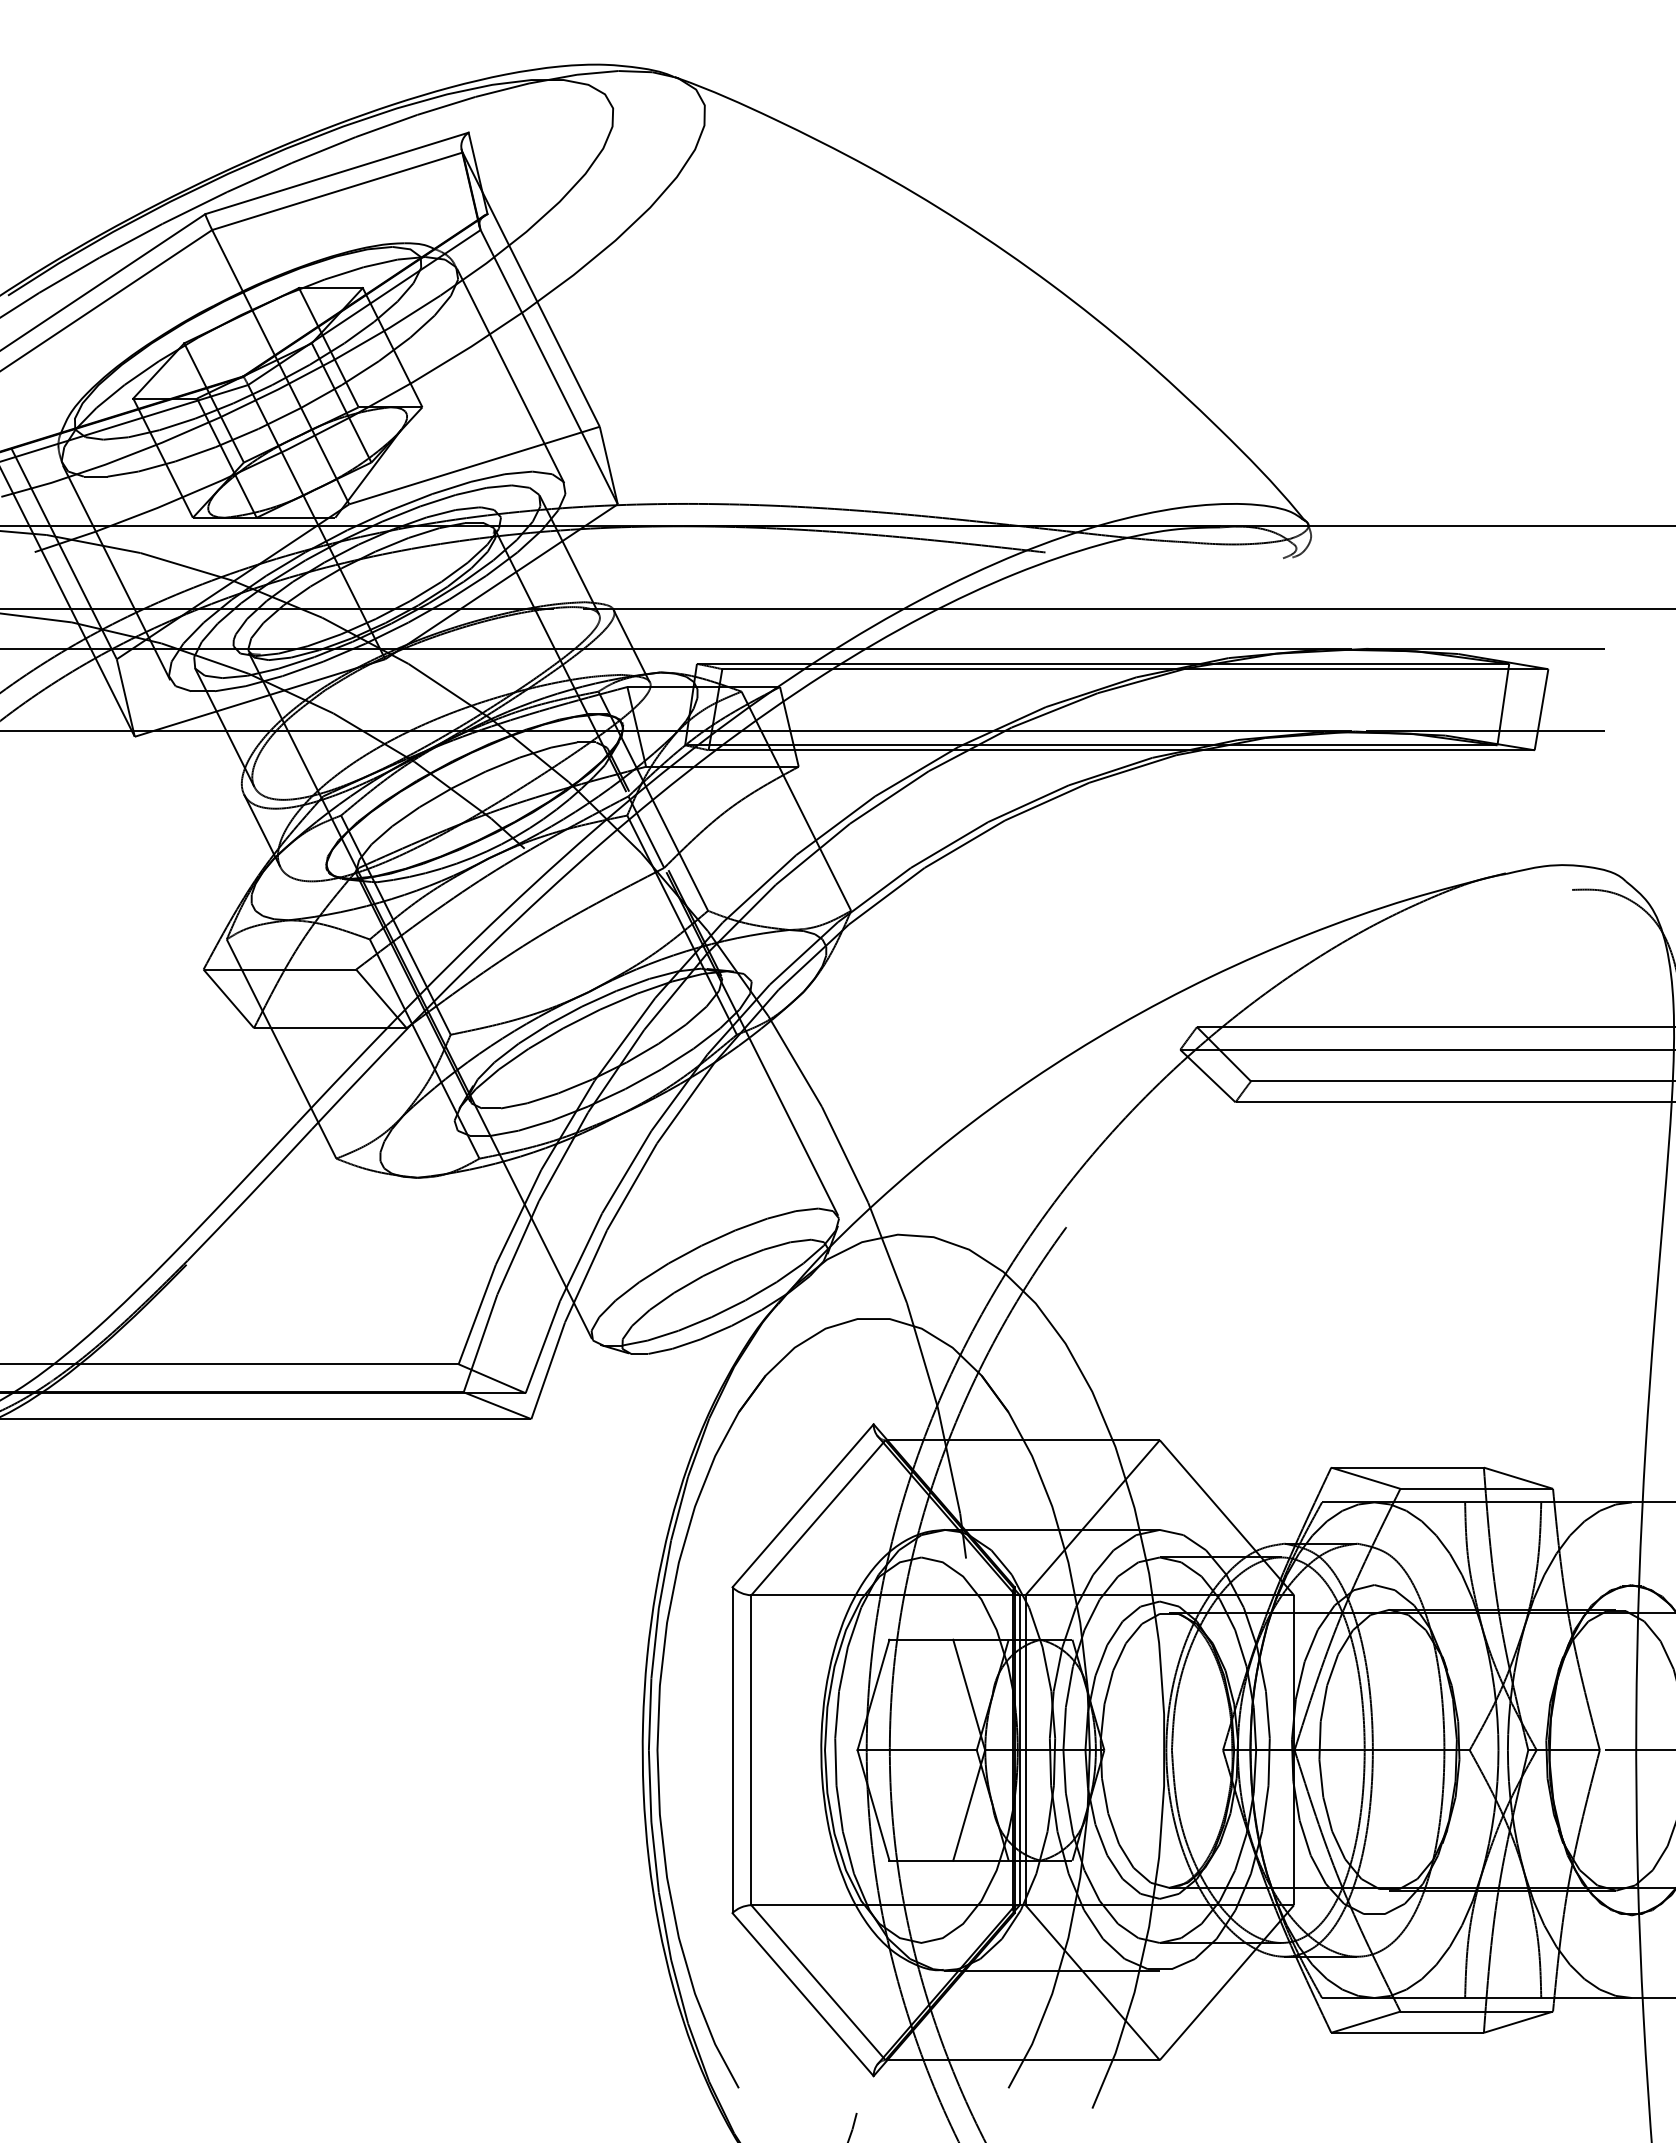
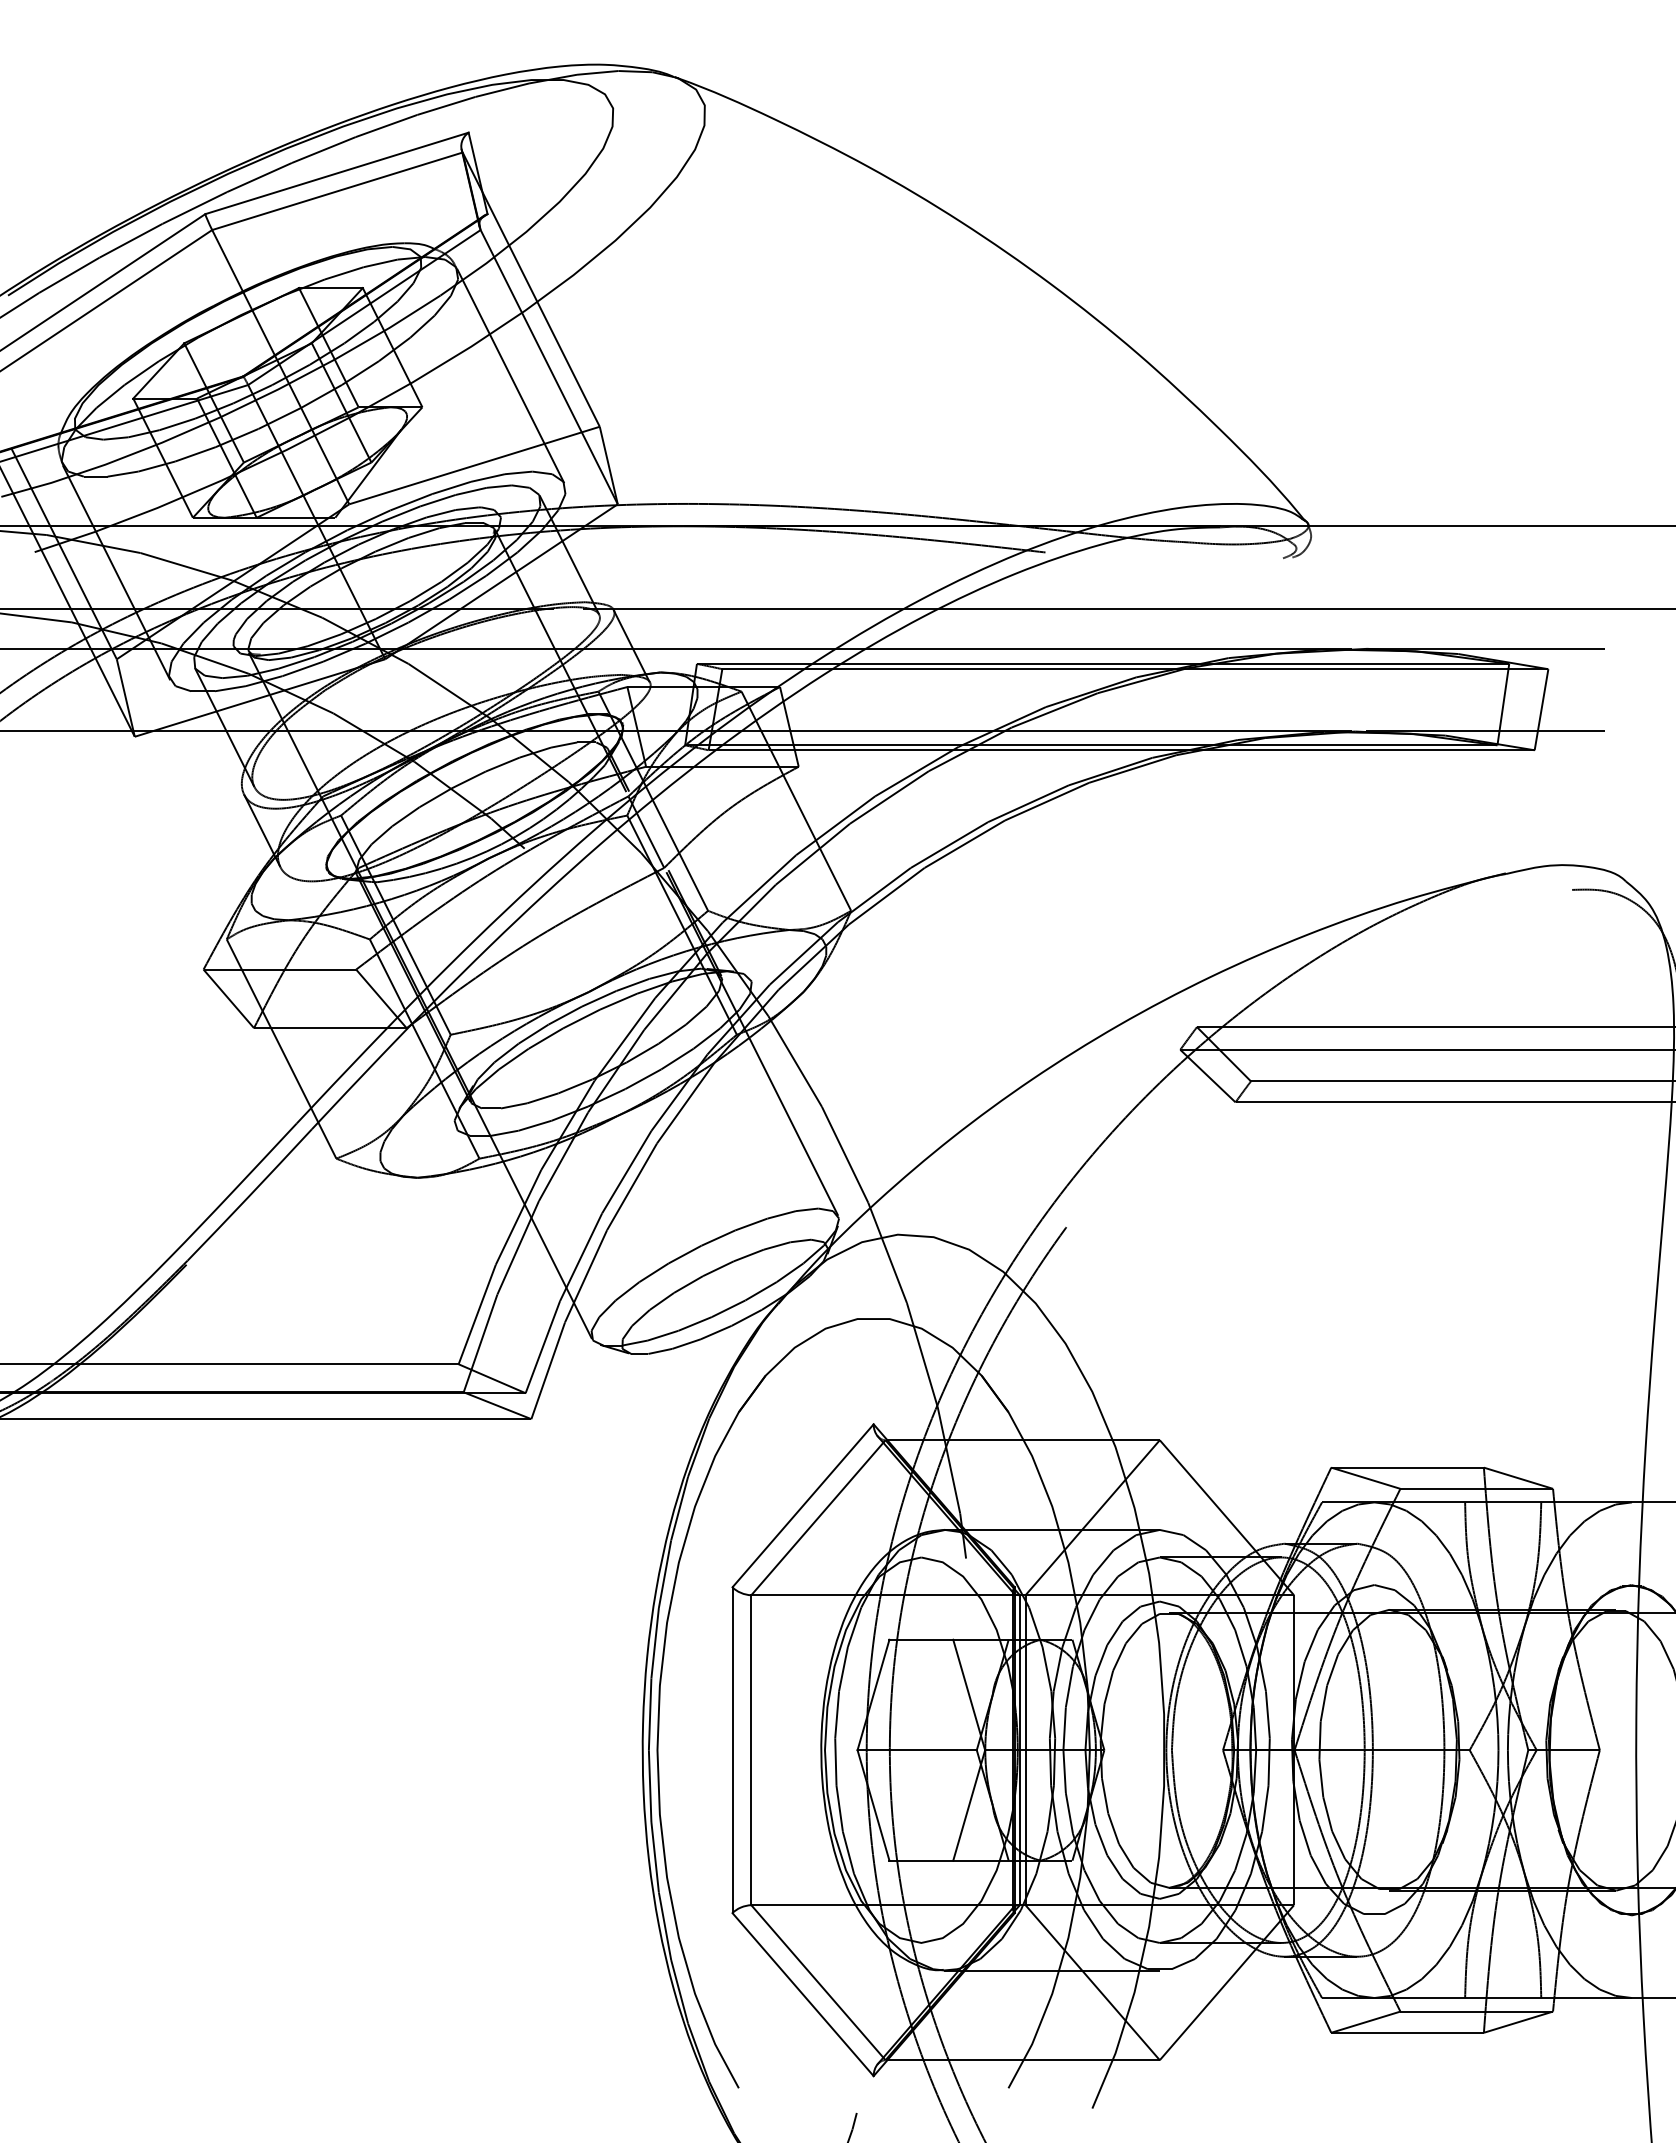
line at (1638, 1750): present -> none
